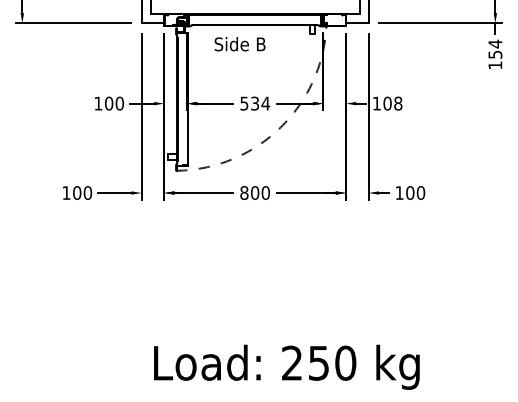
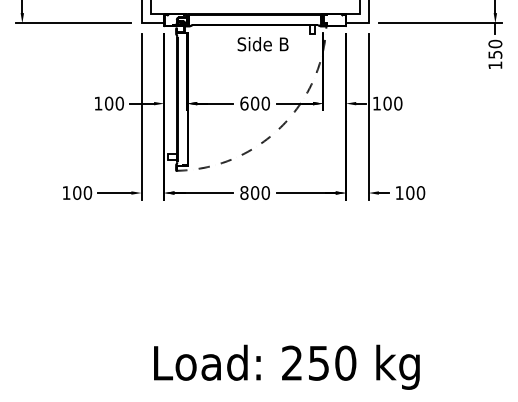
text at (495, 43): 154 -> 150
text at (239, 44) position: (239, 44) -> (262, 44)
text at (255, 103): 534 -> 600
text at (398, 103): 108 -> 100
